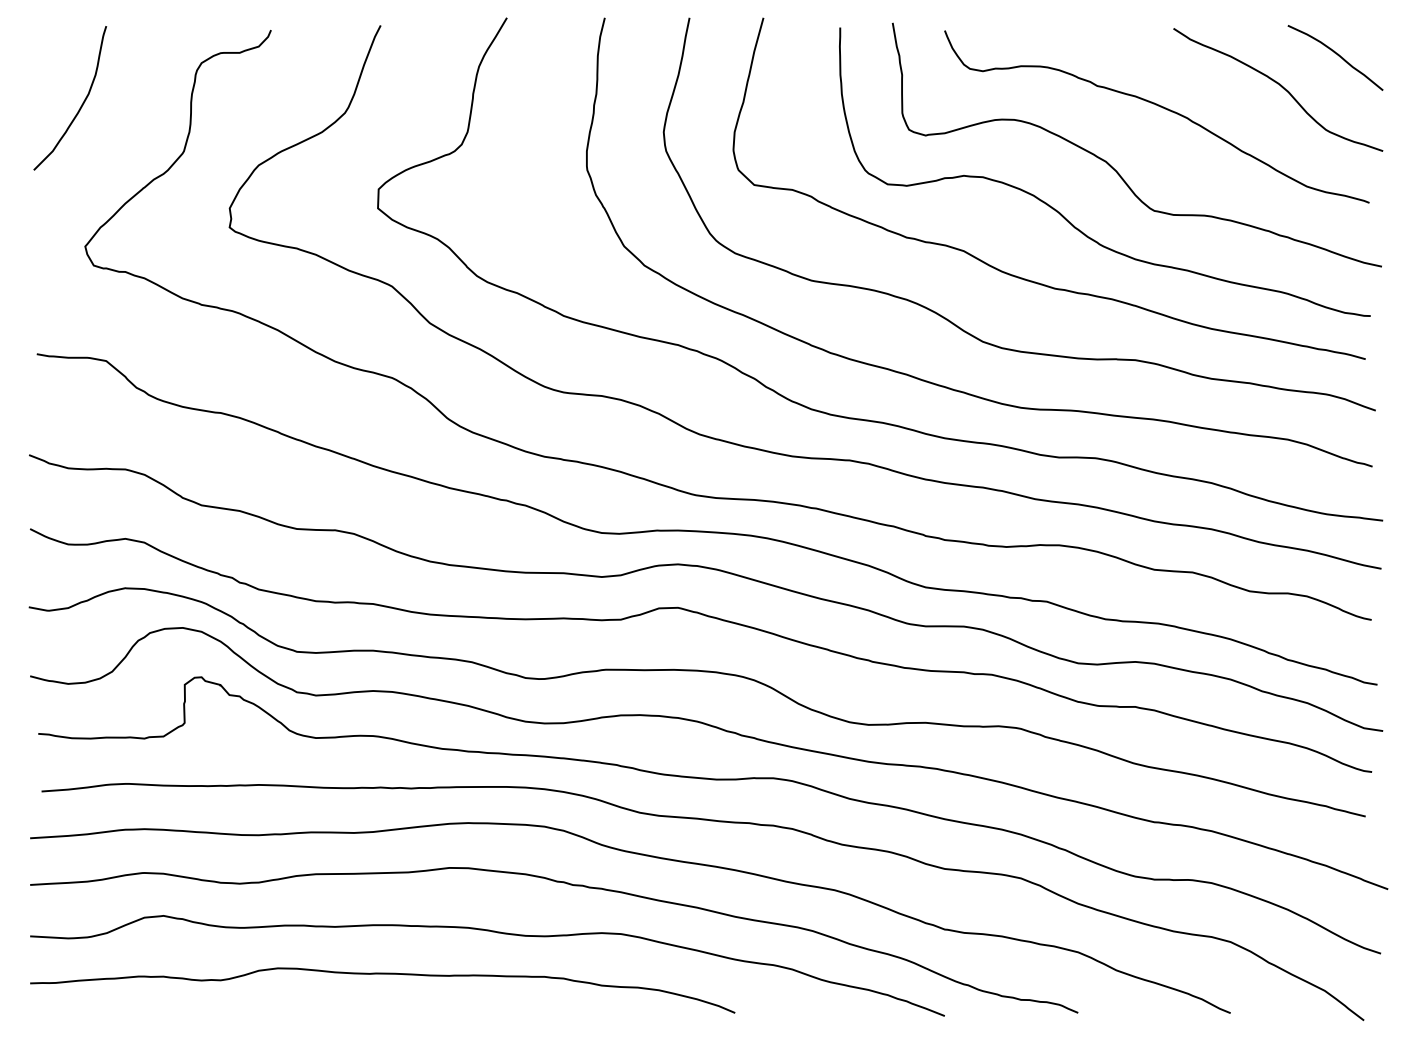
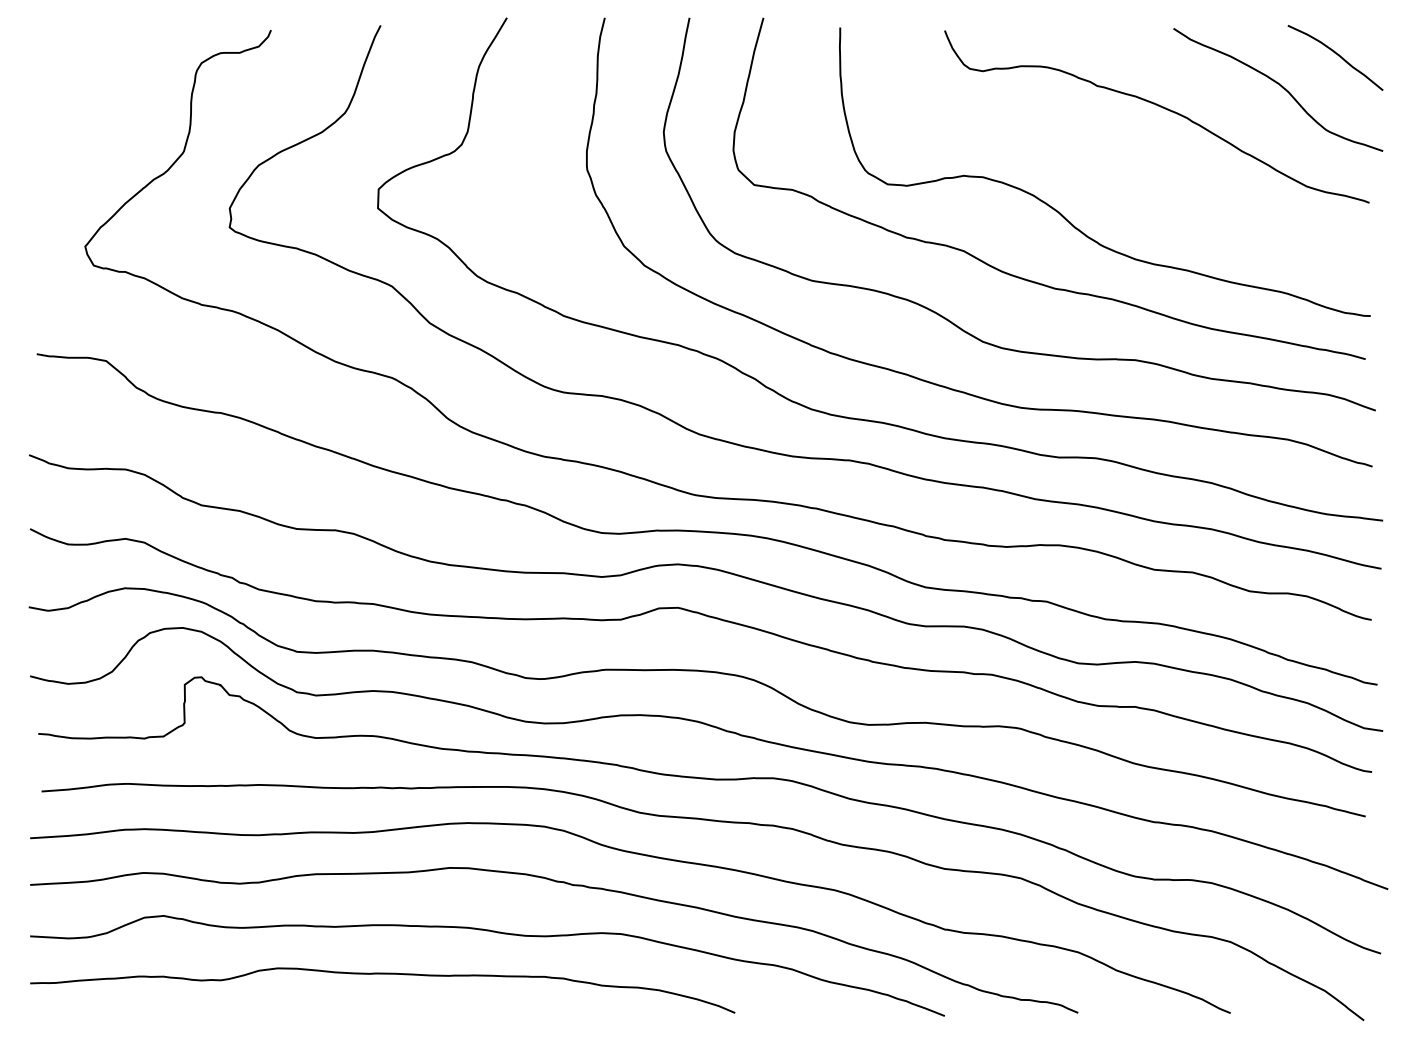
curve at (81, 104): present -> none
curve at (1113, 167): present -> none
